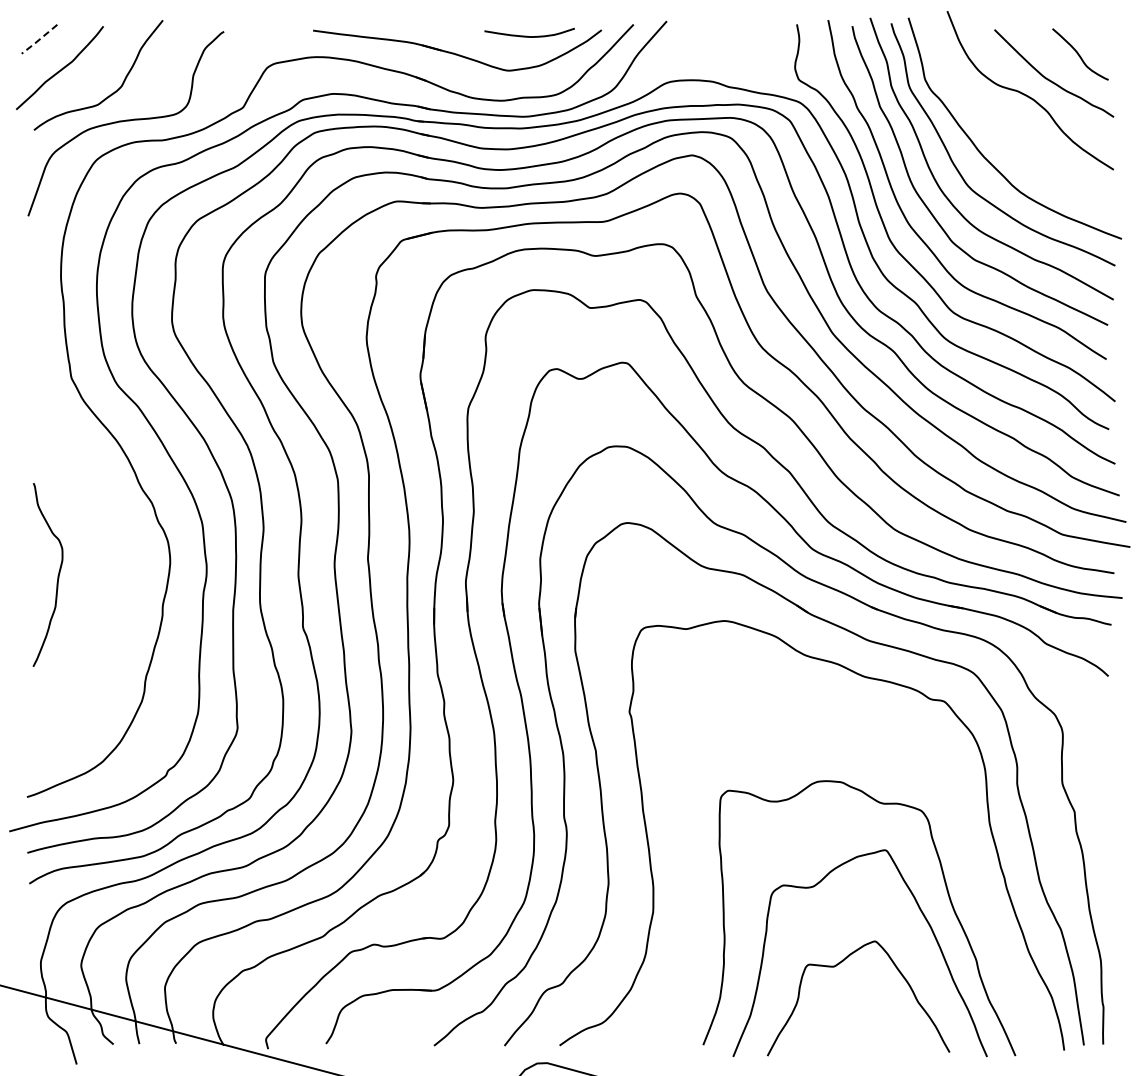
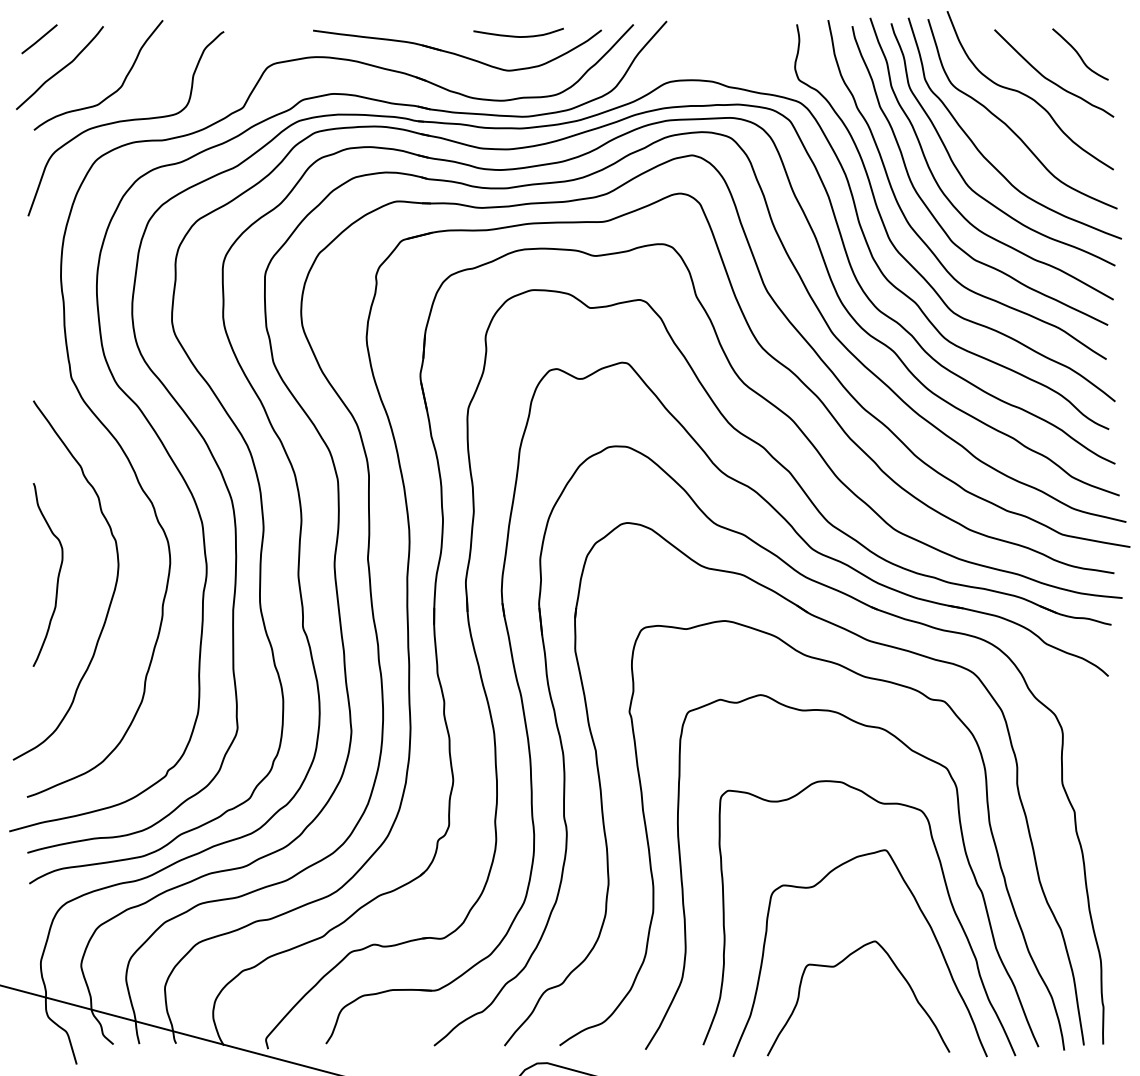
curve at (529, 36) position: (529, 36) -> (518, 36)
line at (39, 39): dashed -> solid
curve at (1009, 126): none -> present
curve at (111, 596): none -> present
curve at (963, 848): none -> present
